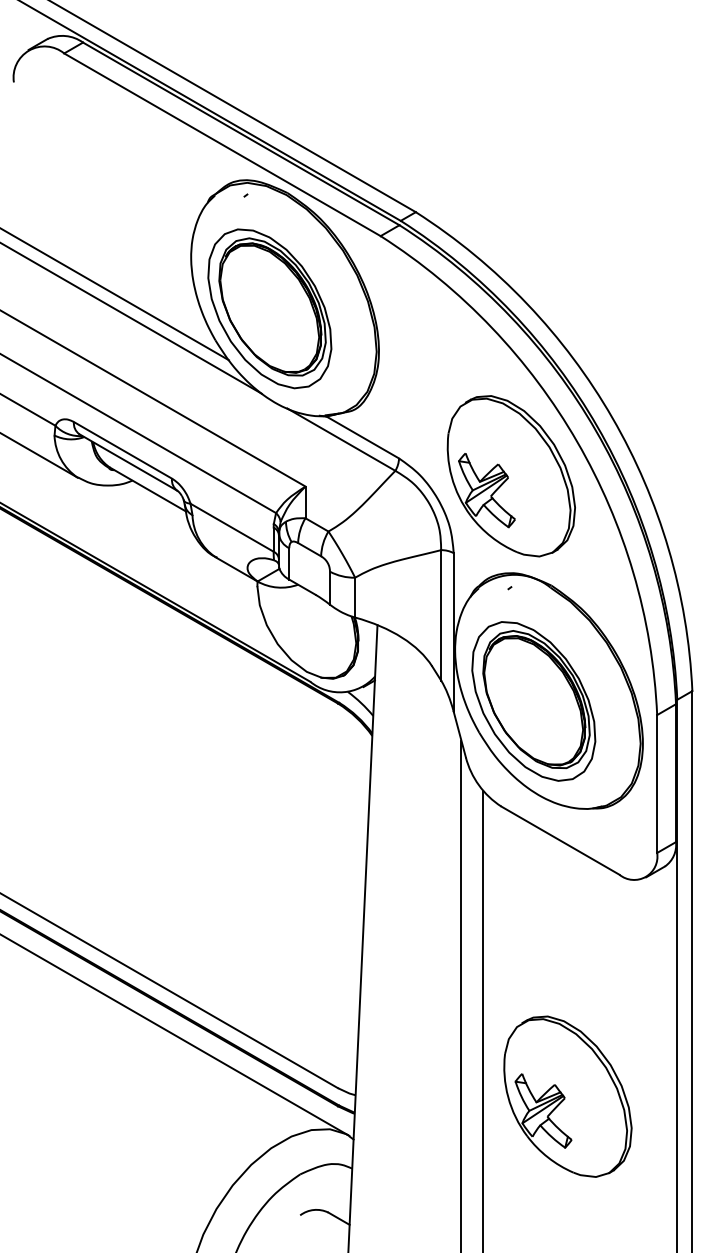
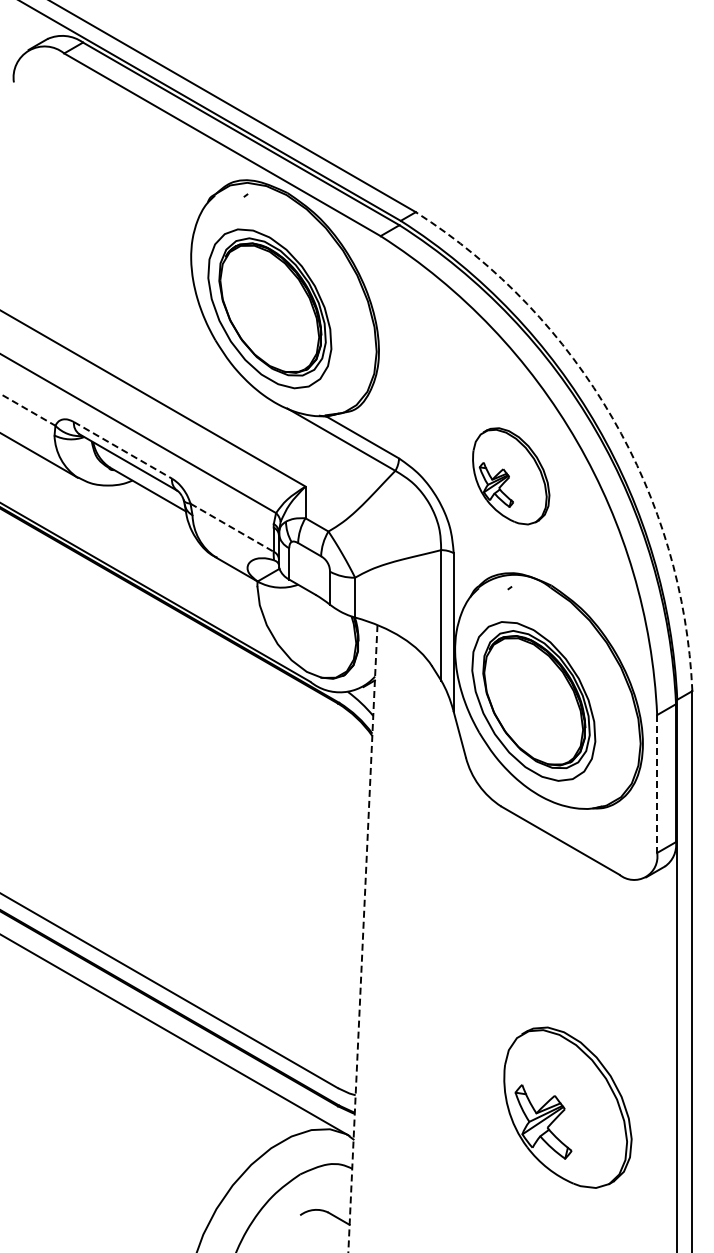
line at (115, 294): present -> none
line at (131, 318): present -> none
line at (27, 409): solid -> dashed
arc at (612, 417): solid -> dashed
line at (122, 450): solid -> dashed
part at (510, 476) size: 130x163 px -> 79x99 px
line at (232, 527): solid -> dashed
line at (657, 784): solid -> dashed
line at (362, 939): solid -> dashed
line at (461, 994): present -> none
line at (483, 1019): present -> none
part at (567, 1096) position: (567, 1096) -> (567, 1107)
